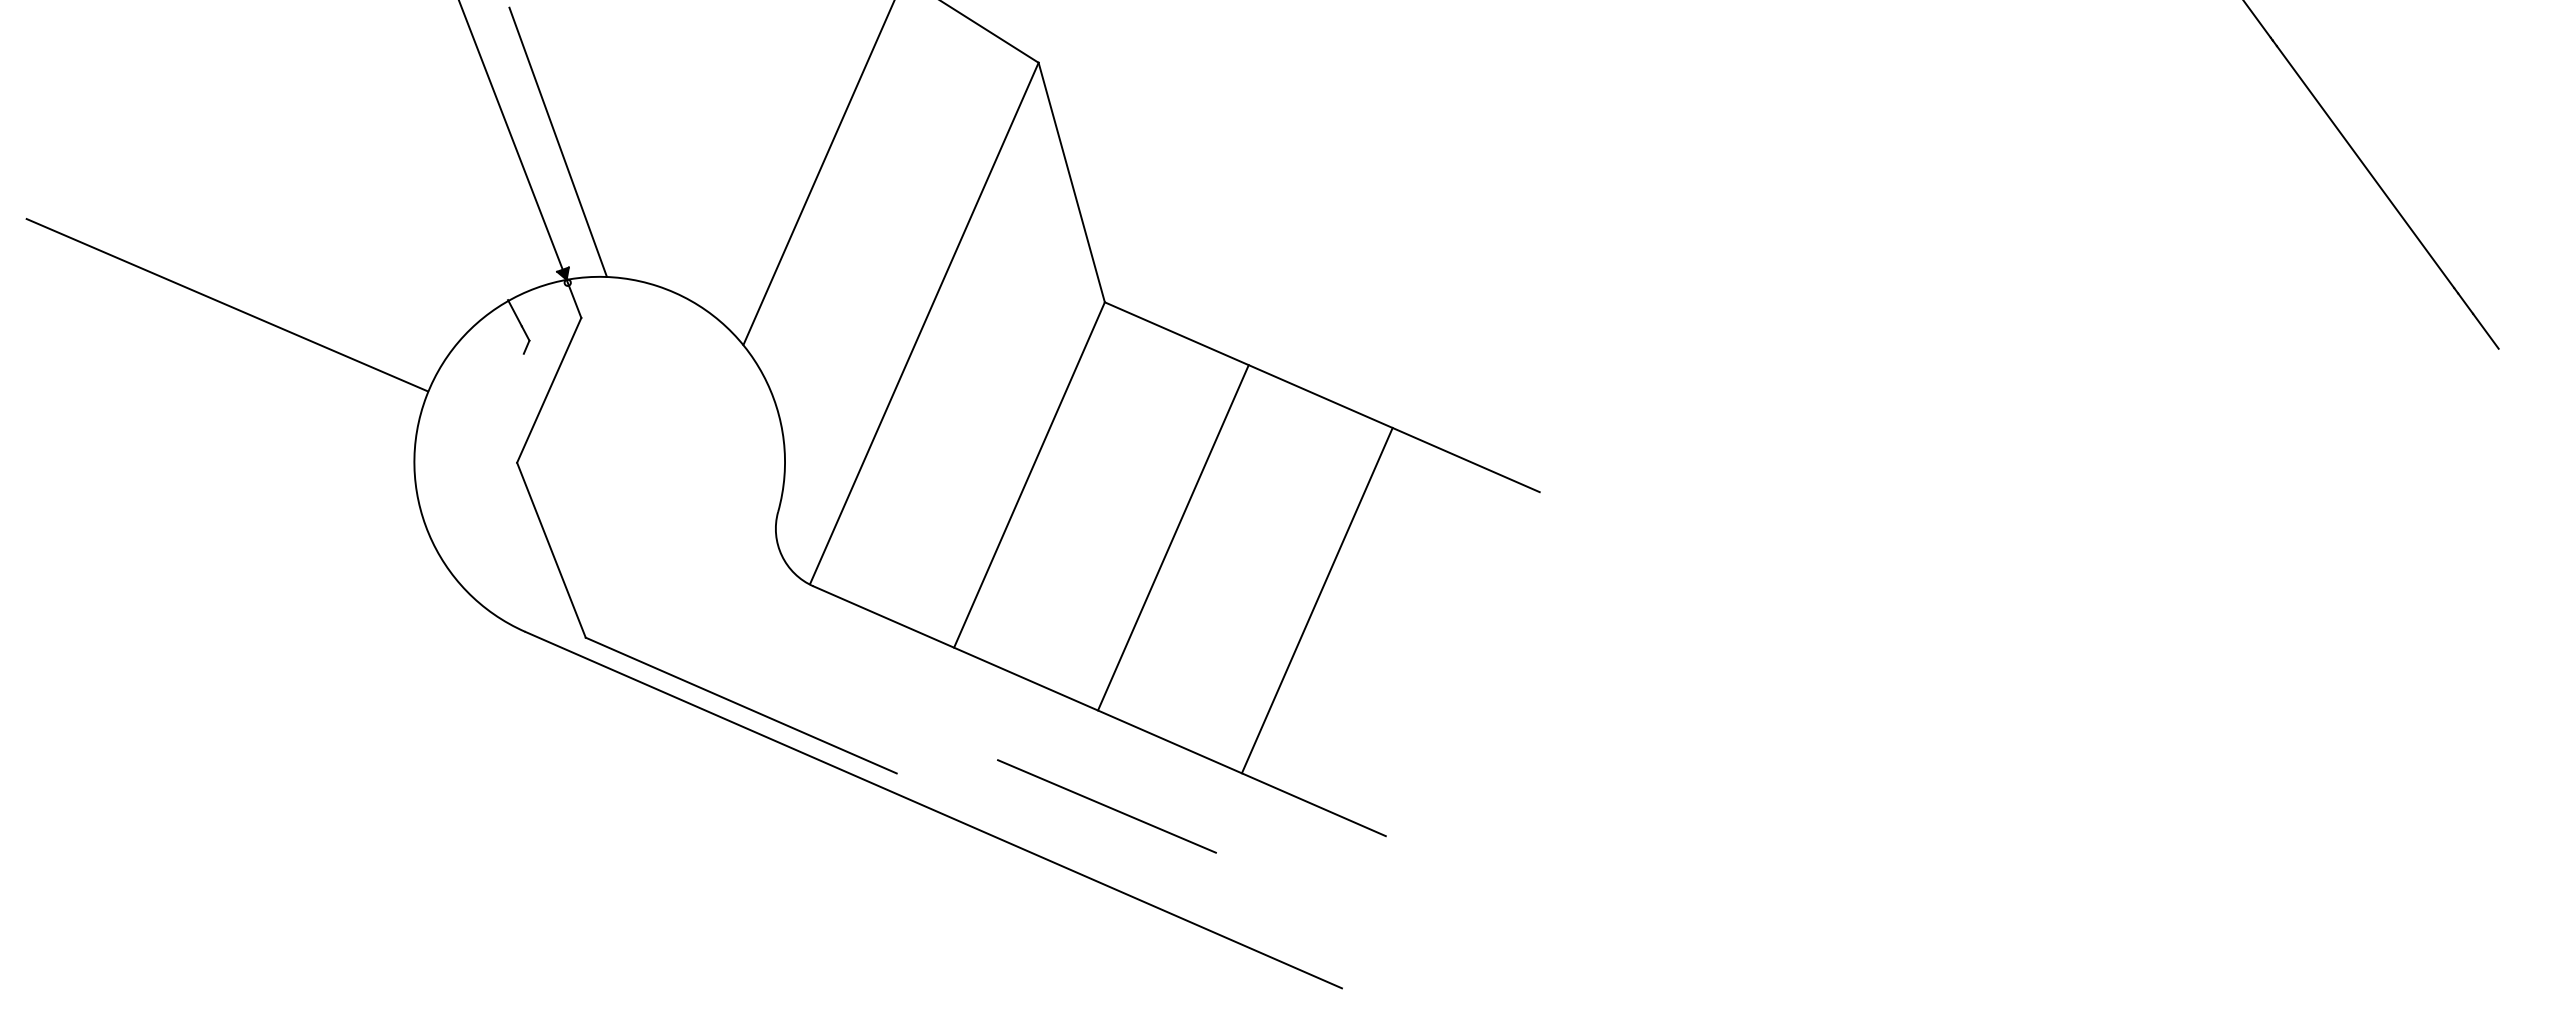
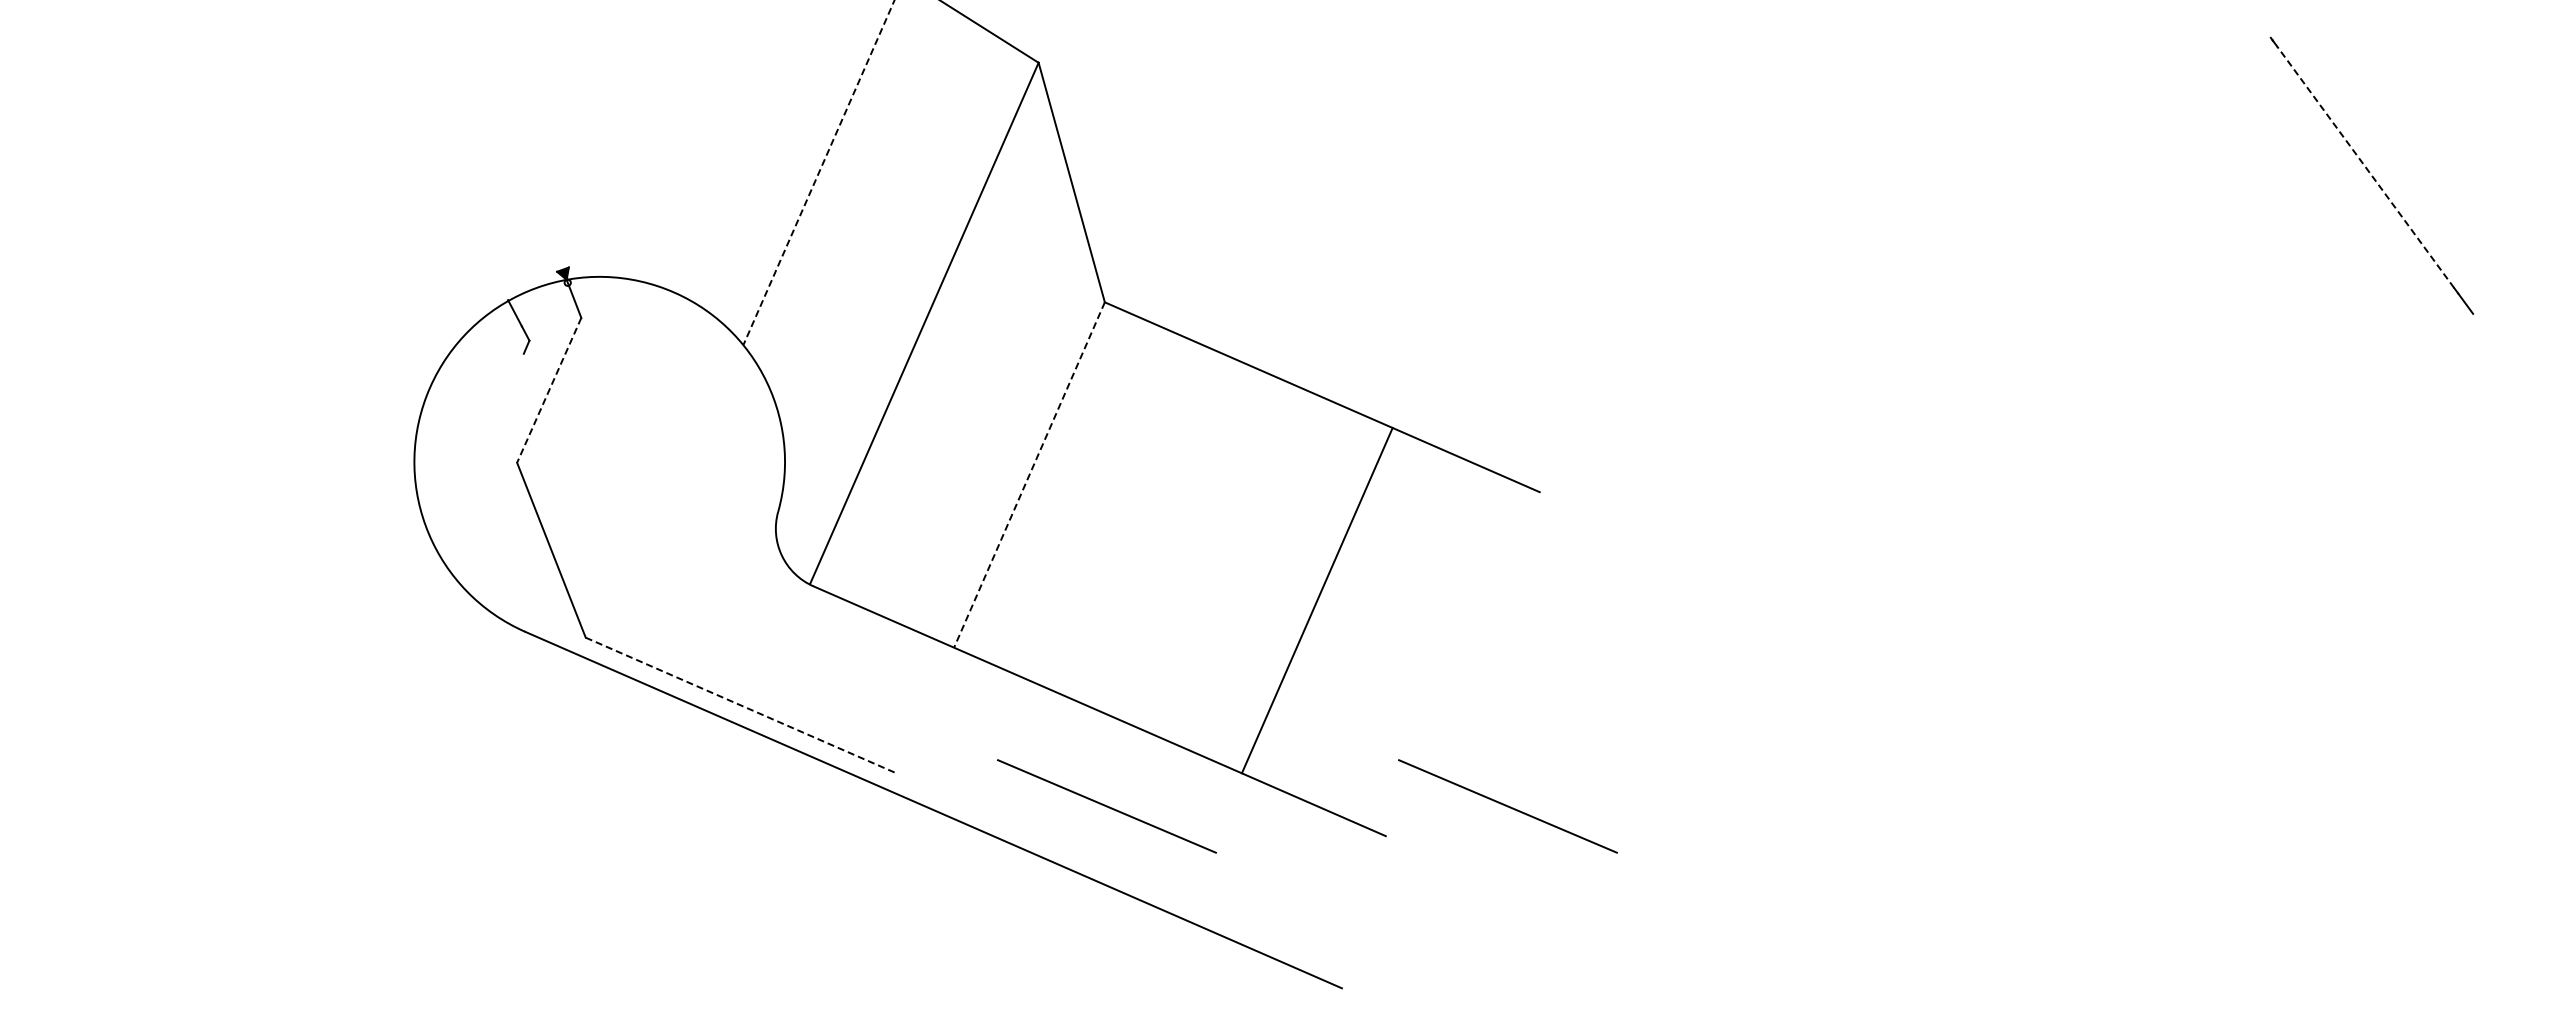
line at (2257, 19): present -> none
line at (512, 140): present -> none
line at (557, 141): present -> none
line at (2365, 166): solid -> dashed
line at (818, 172): solid -> dashed
line at (227, 305): present -> none
line at (2485, 330): present -> none
line at (549, 390): solid -> dashed
line at (1029, 475): solid -> dashed
line at (1173, 537): present -> none
line at (741, 705): solid -> dashed
line at (1507, 806): none -> present
